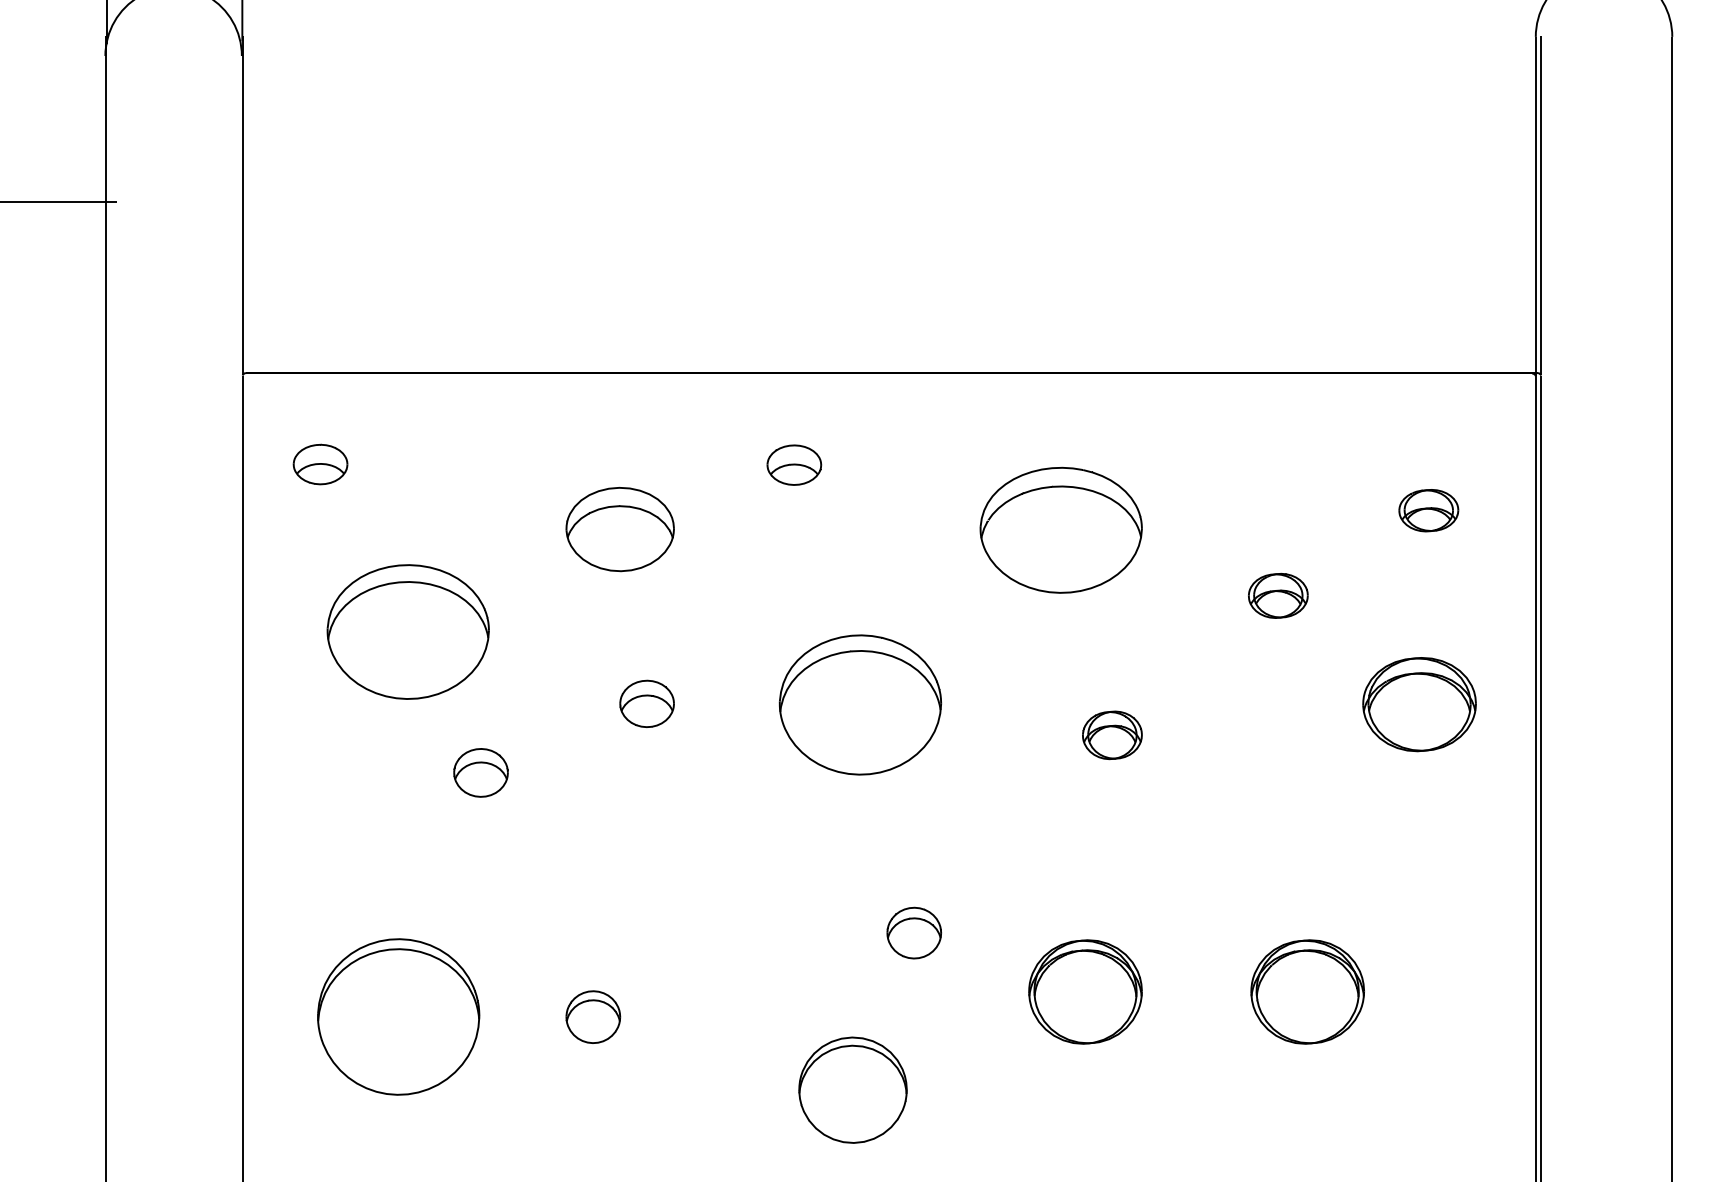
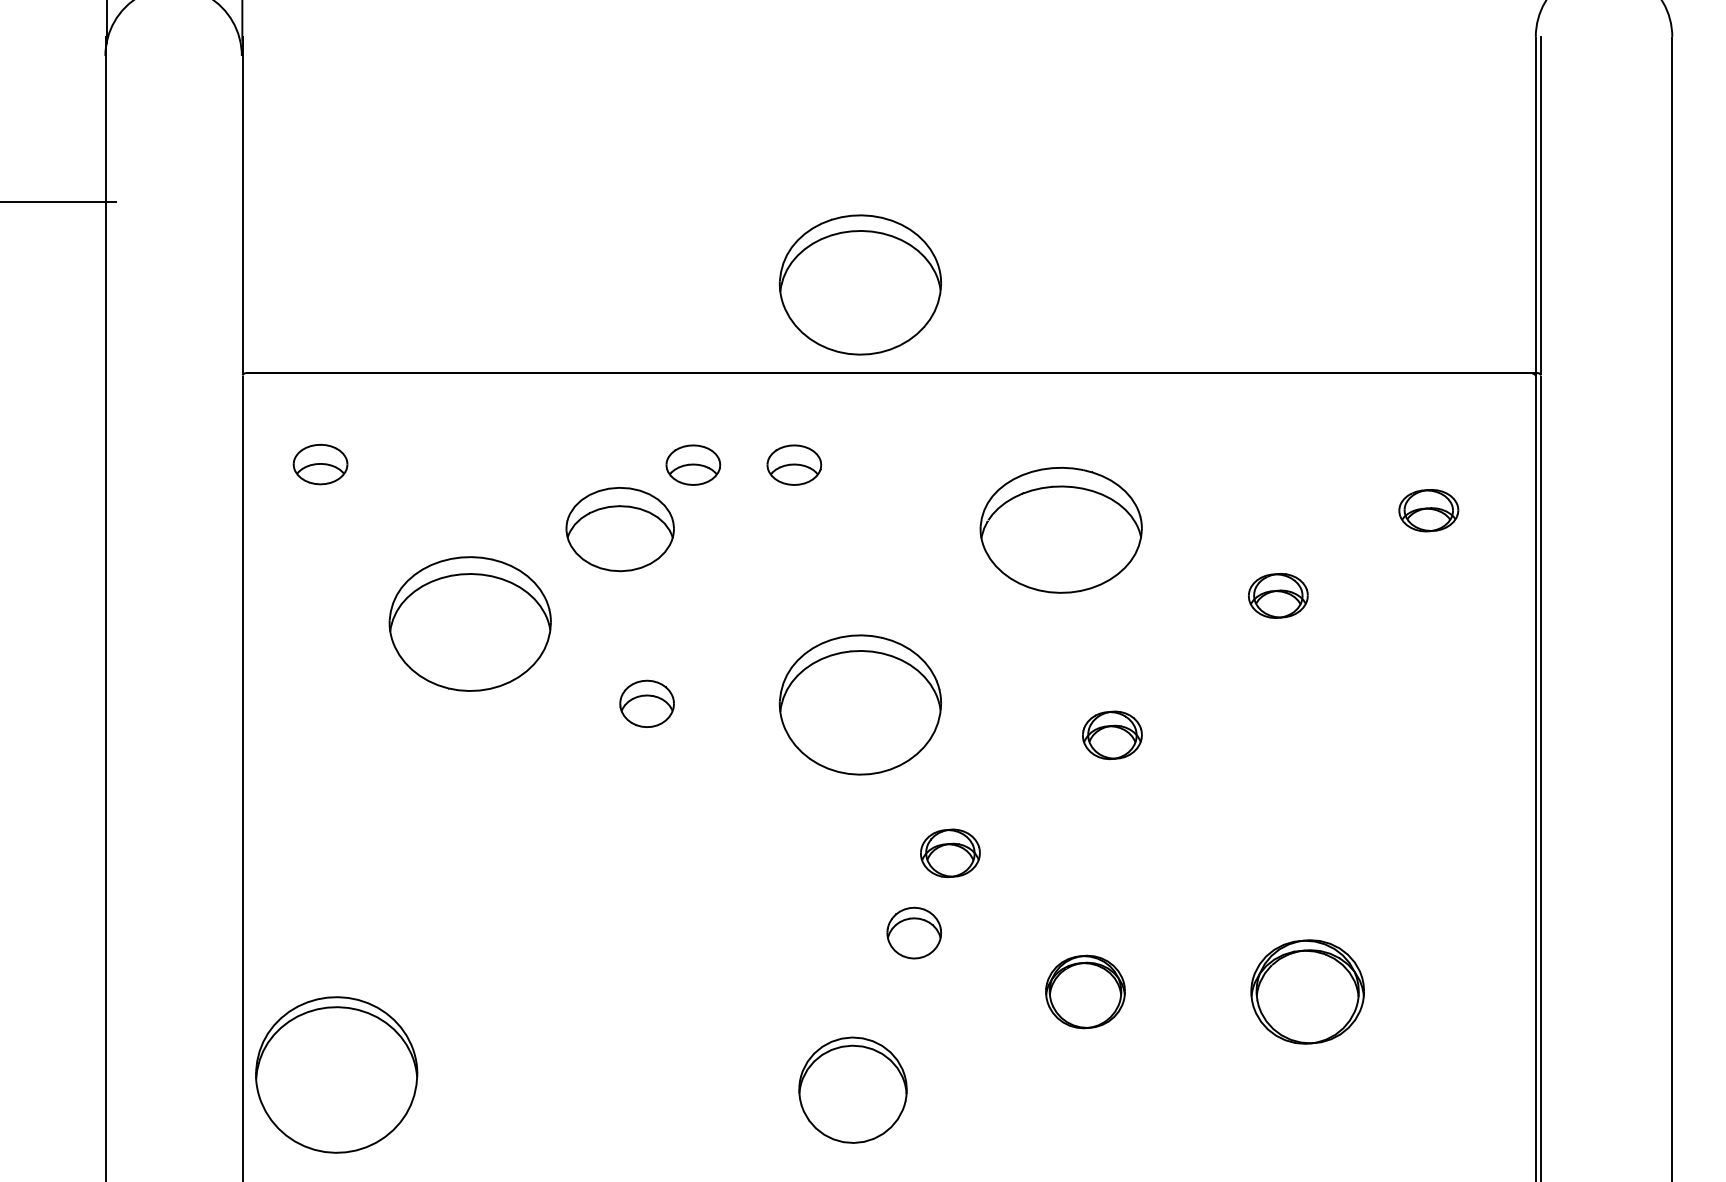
part at (860, 284): none -> present
part at (693, 464): none -> present
part at (407, 631) position: (407, 631) -> (469, 623)
part at (1419, 704): present -> none
part at (480, 772): present -> none
part at (950, 853): none -> present
part at (1085, 991) size: 115x106 px -> 81x76 px
part at (398, 1016) position: (398, 1016) -> (336, 1074)
part at (593, 1016): present -> none
